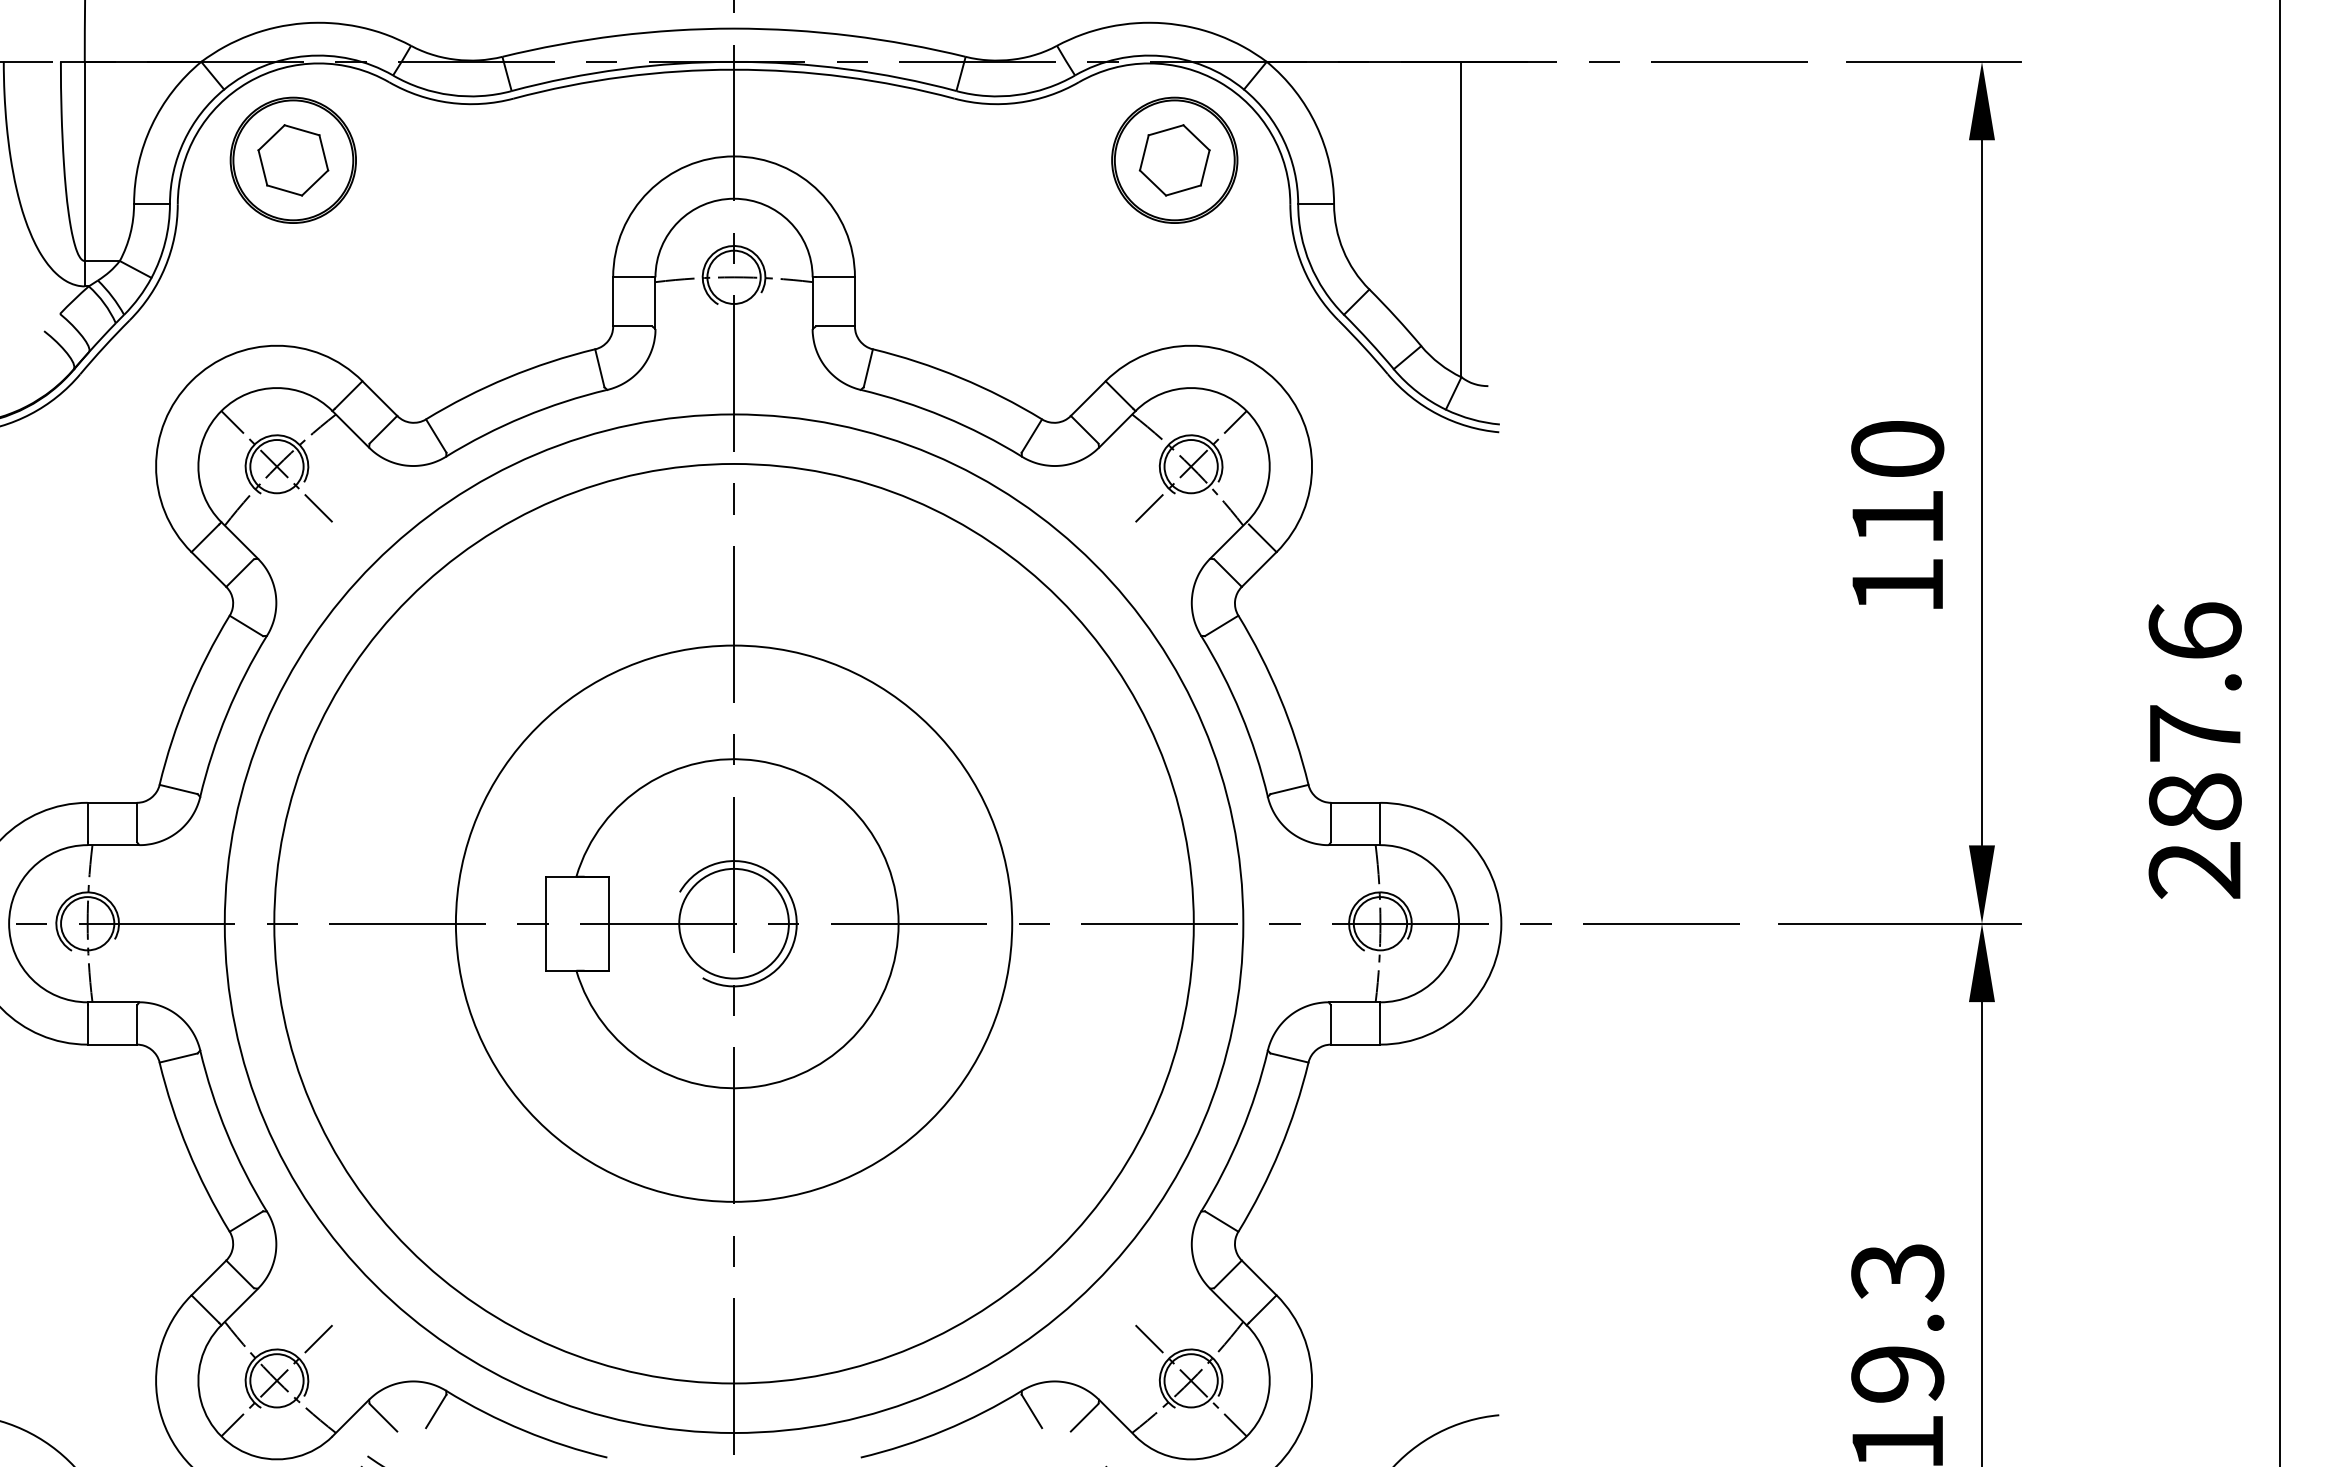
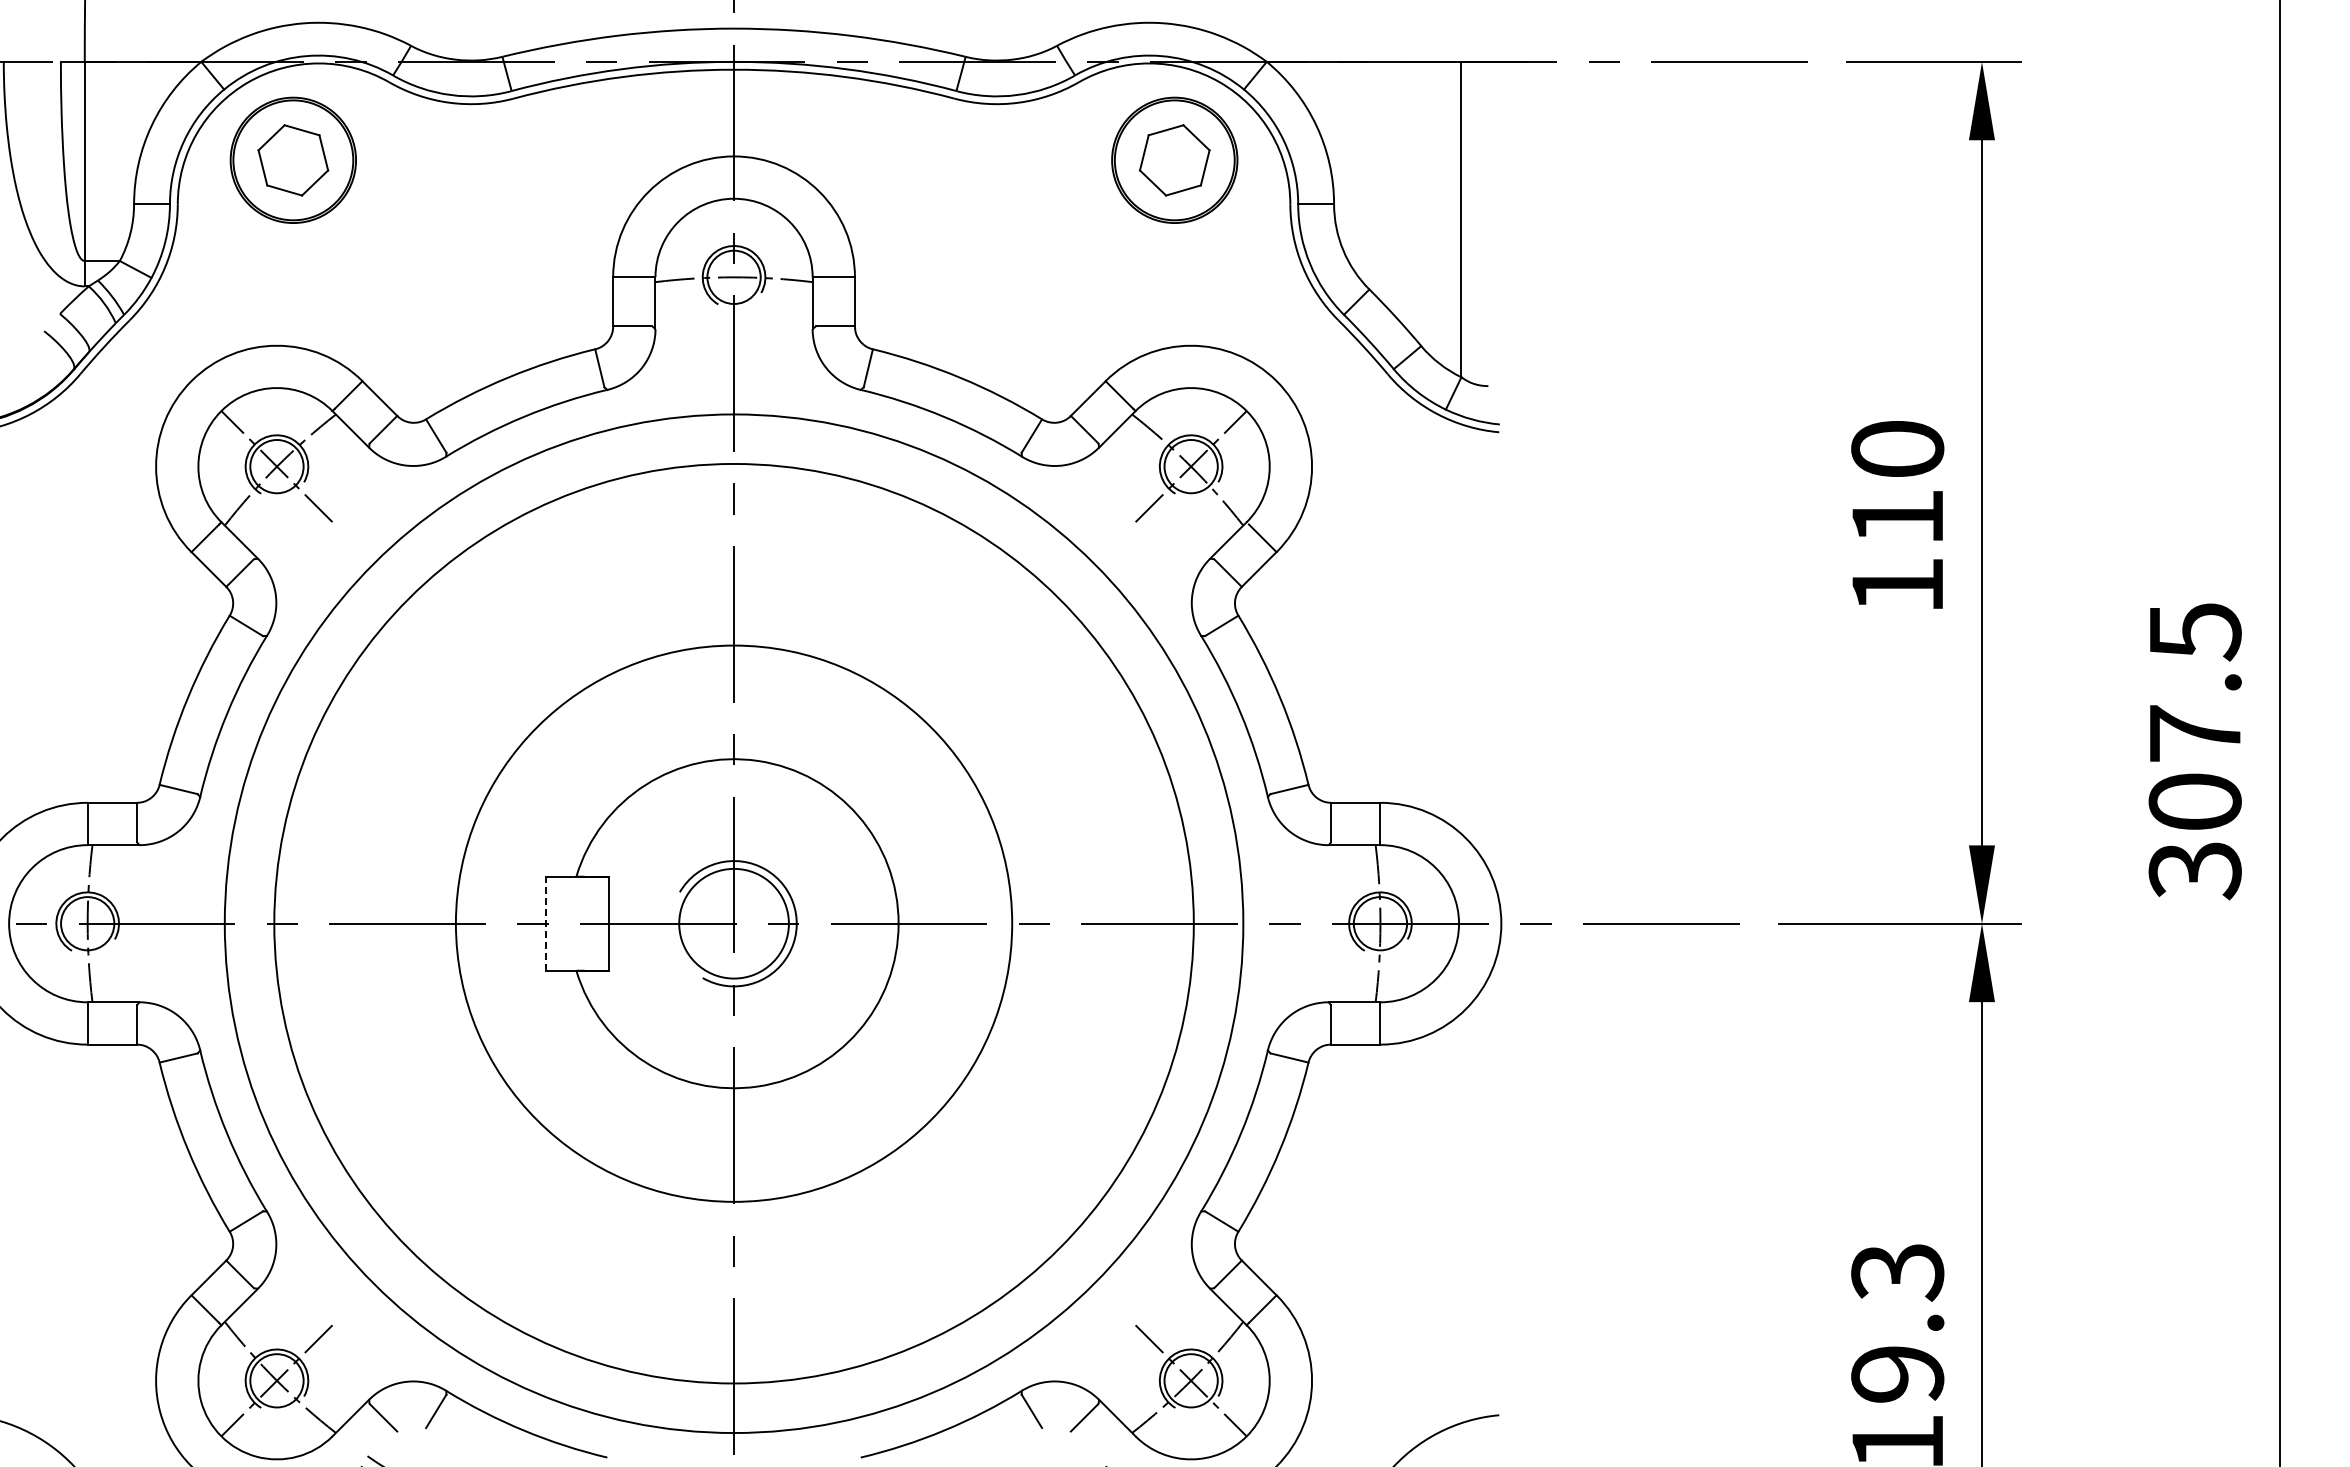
text at (2194, 751): 287.6 -> 307.5
line at (546, 923): solid -> dashed
